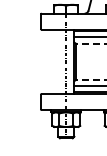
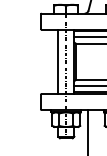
line at (90, 43): dashed -> solid
line at (58, 61): none -> present
line at (90, 80): dashed -> solid
line at (87, 131): none -> present
